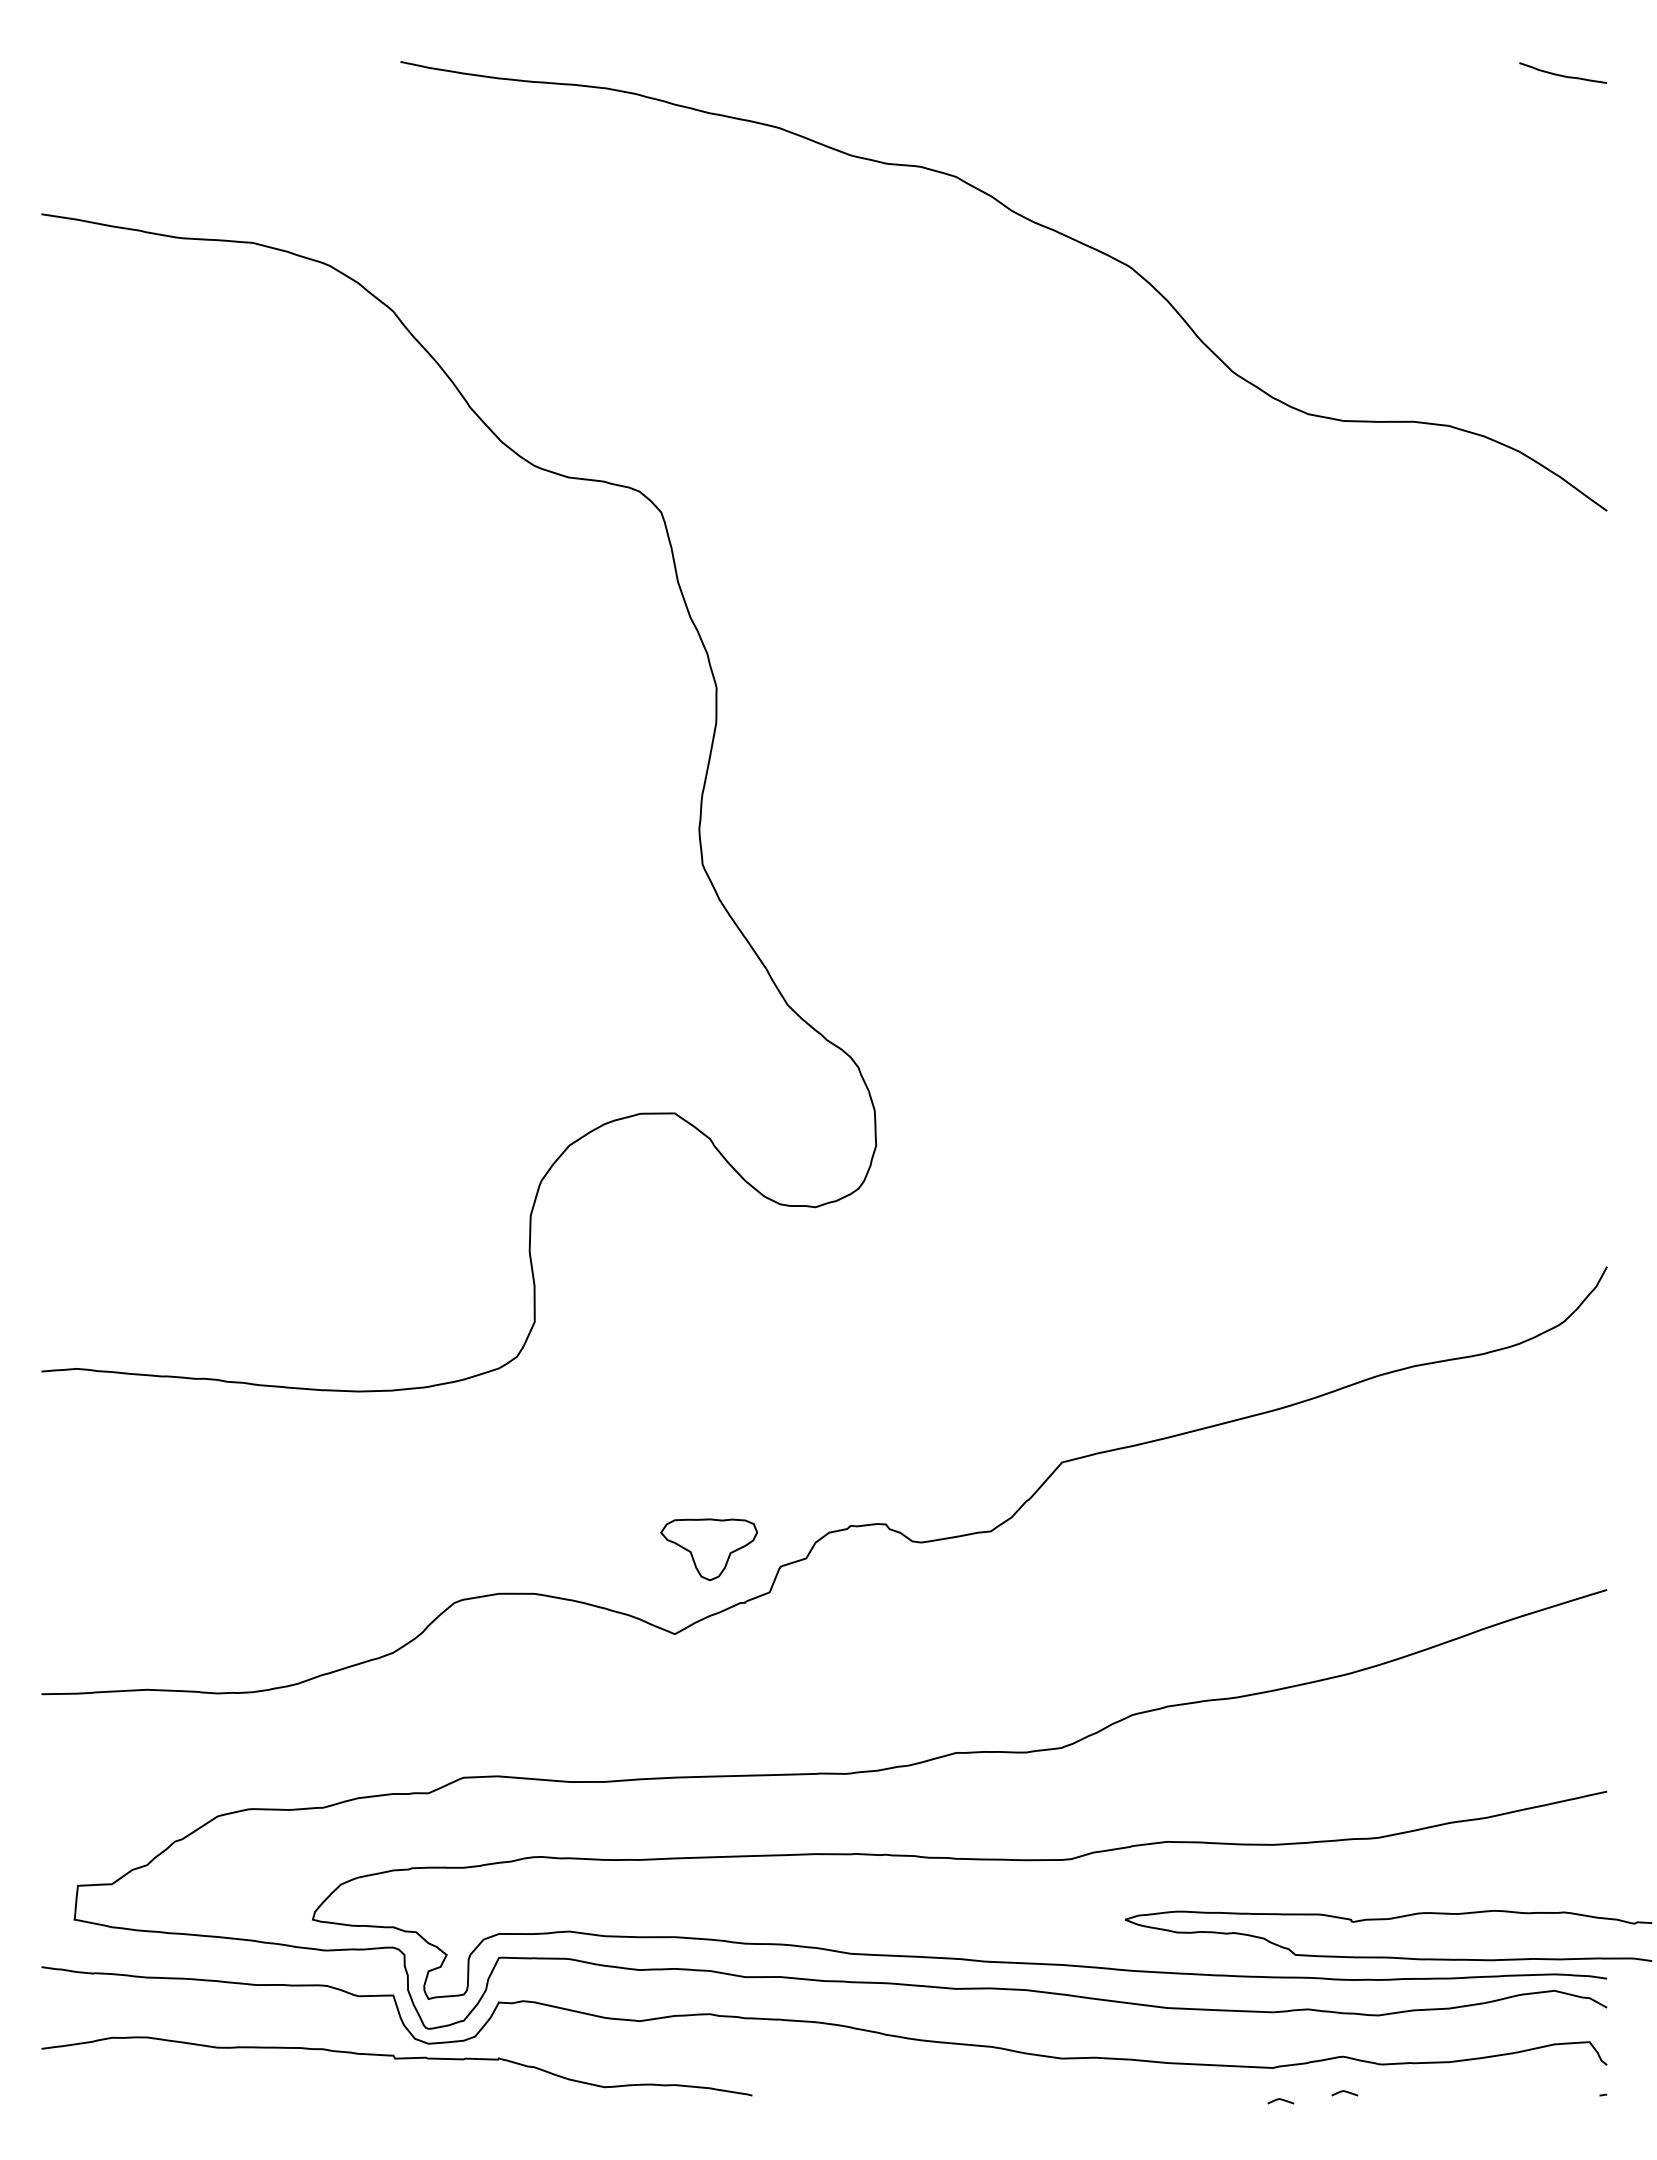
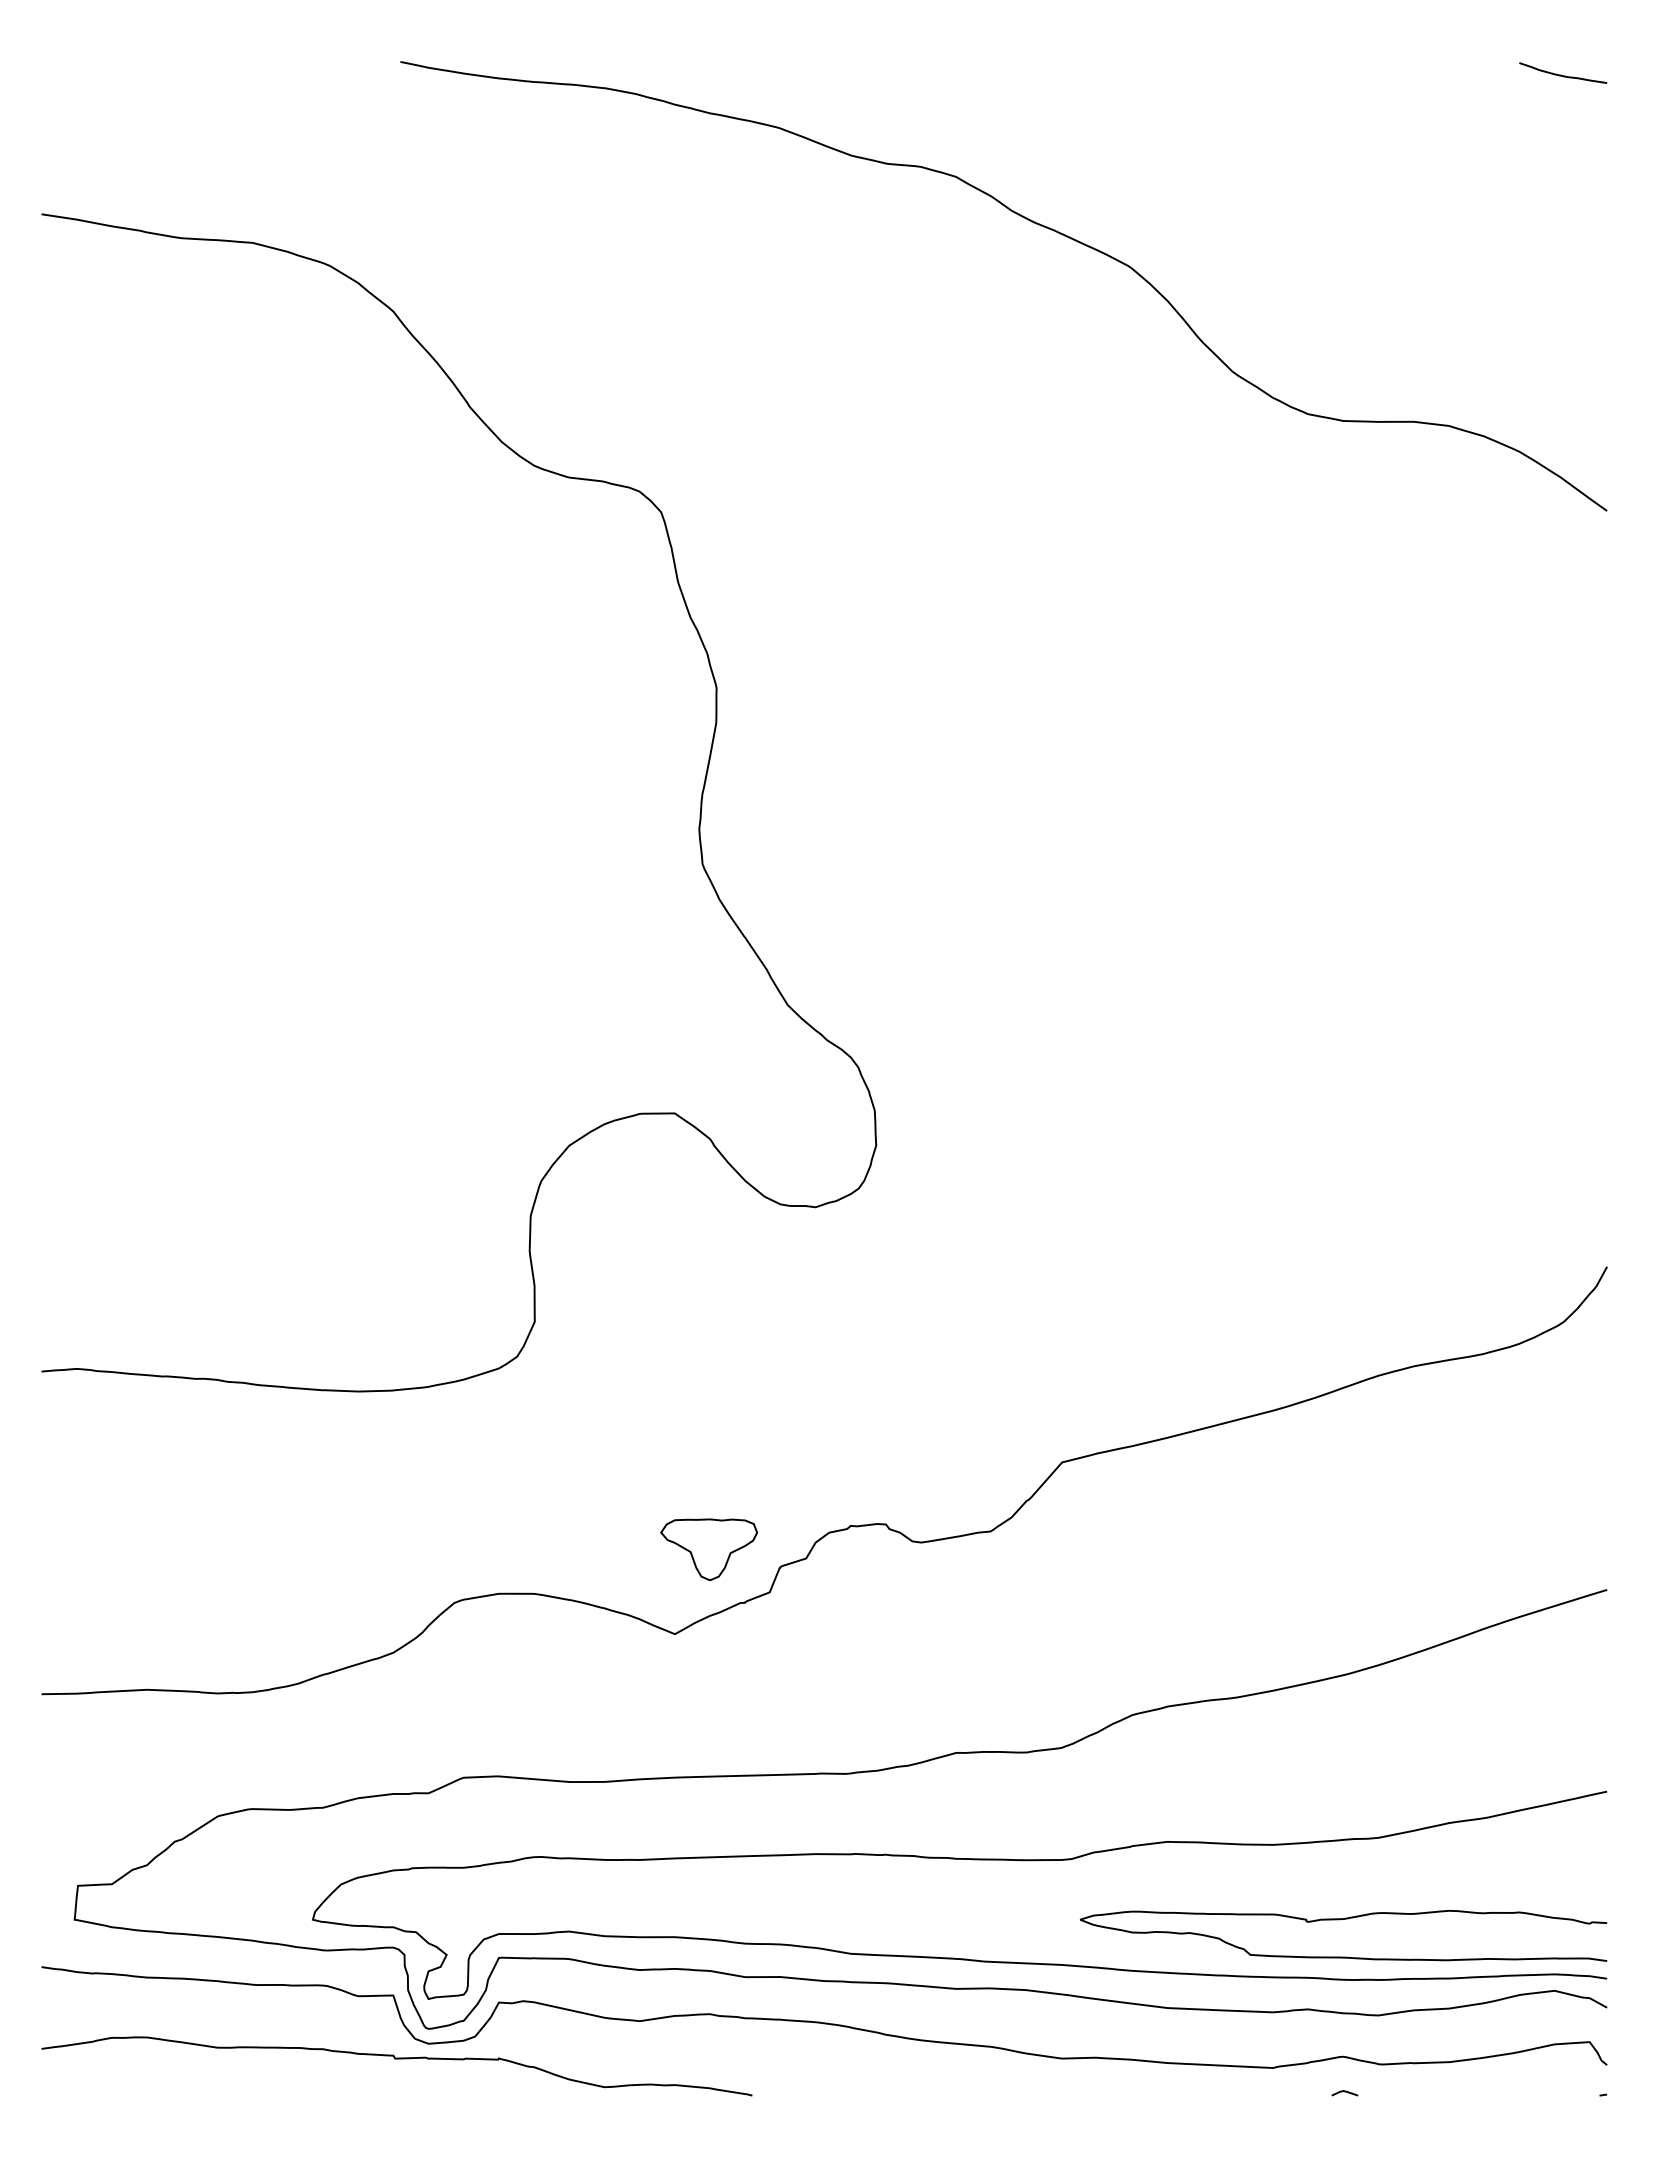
curve at (1385, 1920) position: (1385, 1920) -> (1340, 1920)
line at (1280, 2100): present -> none
